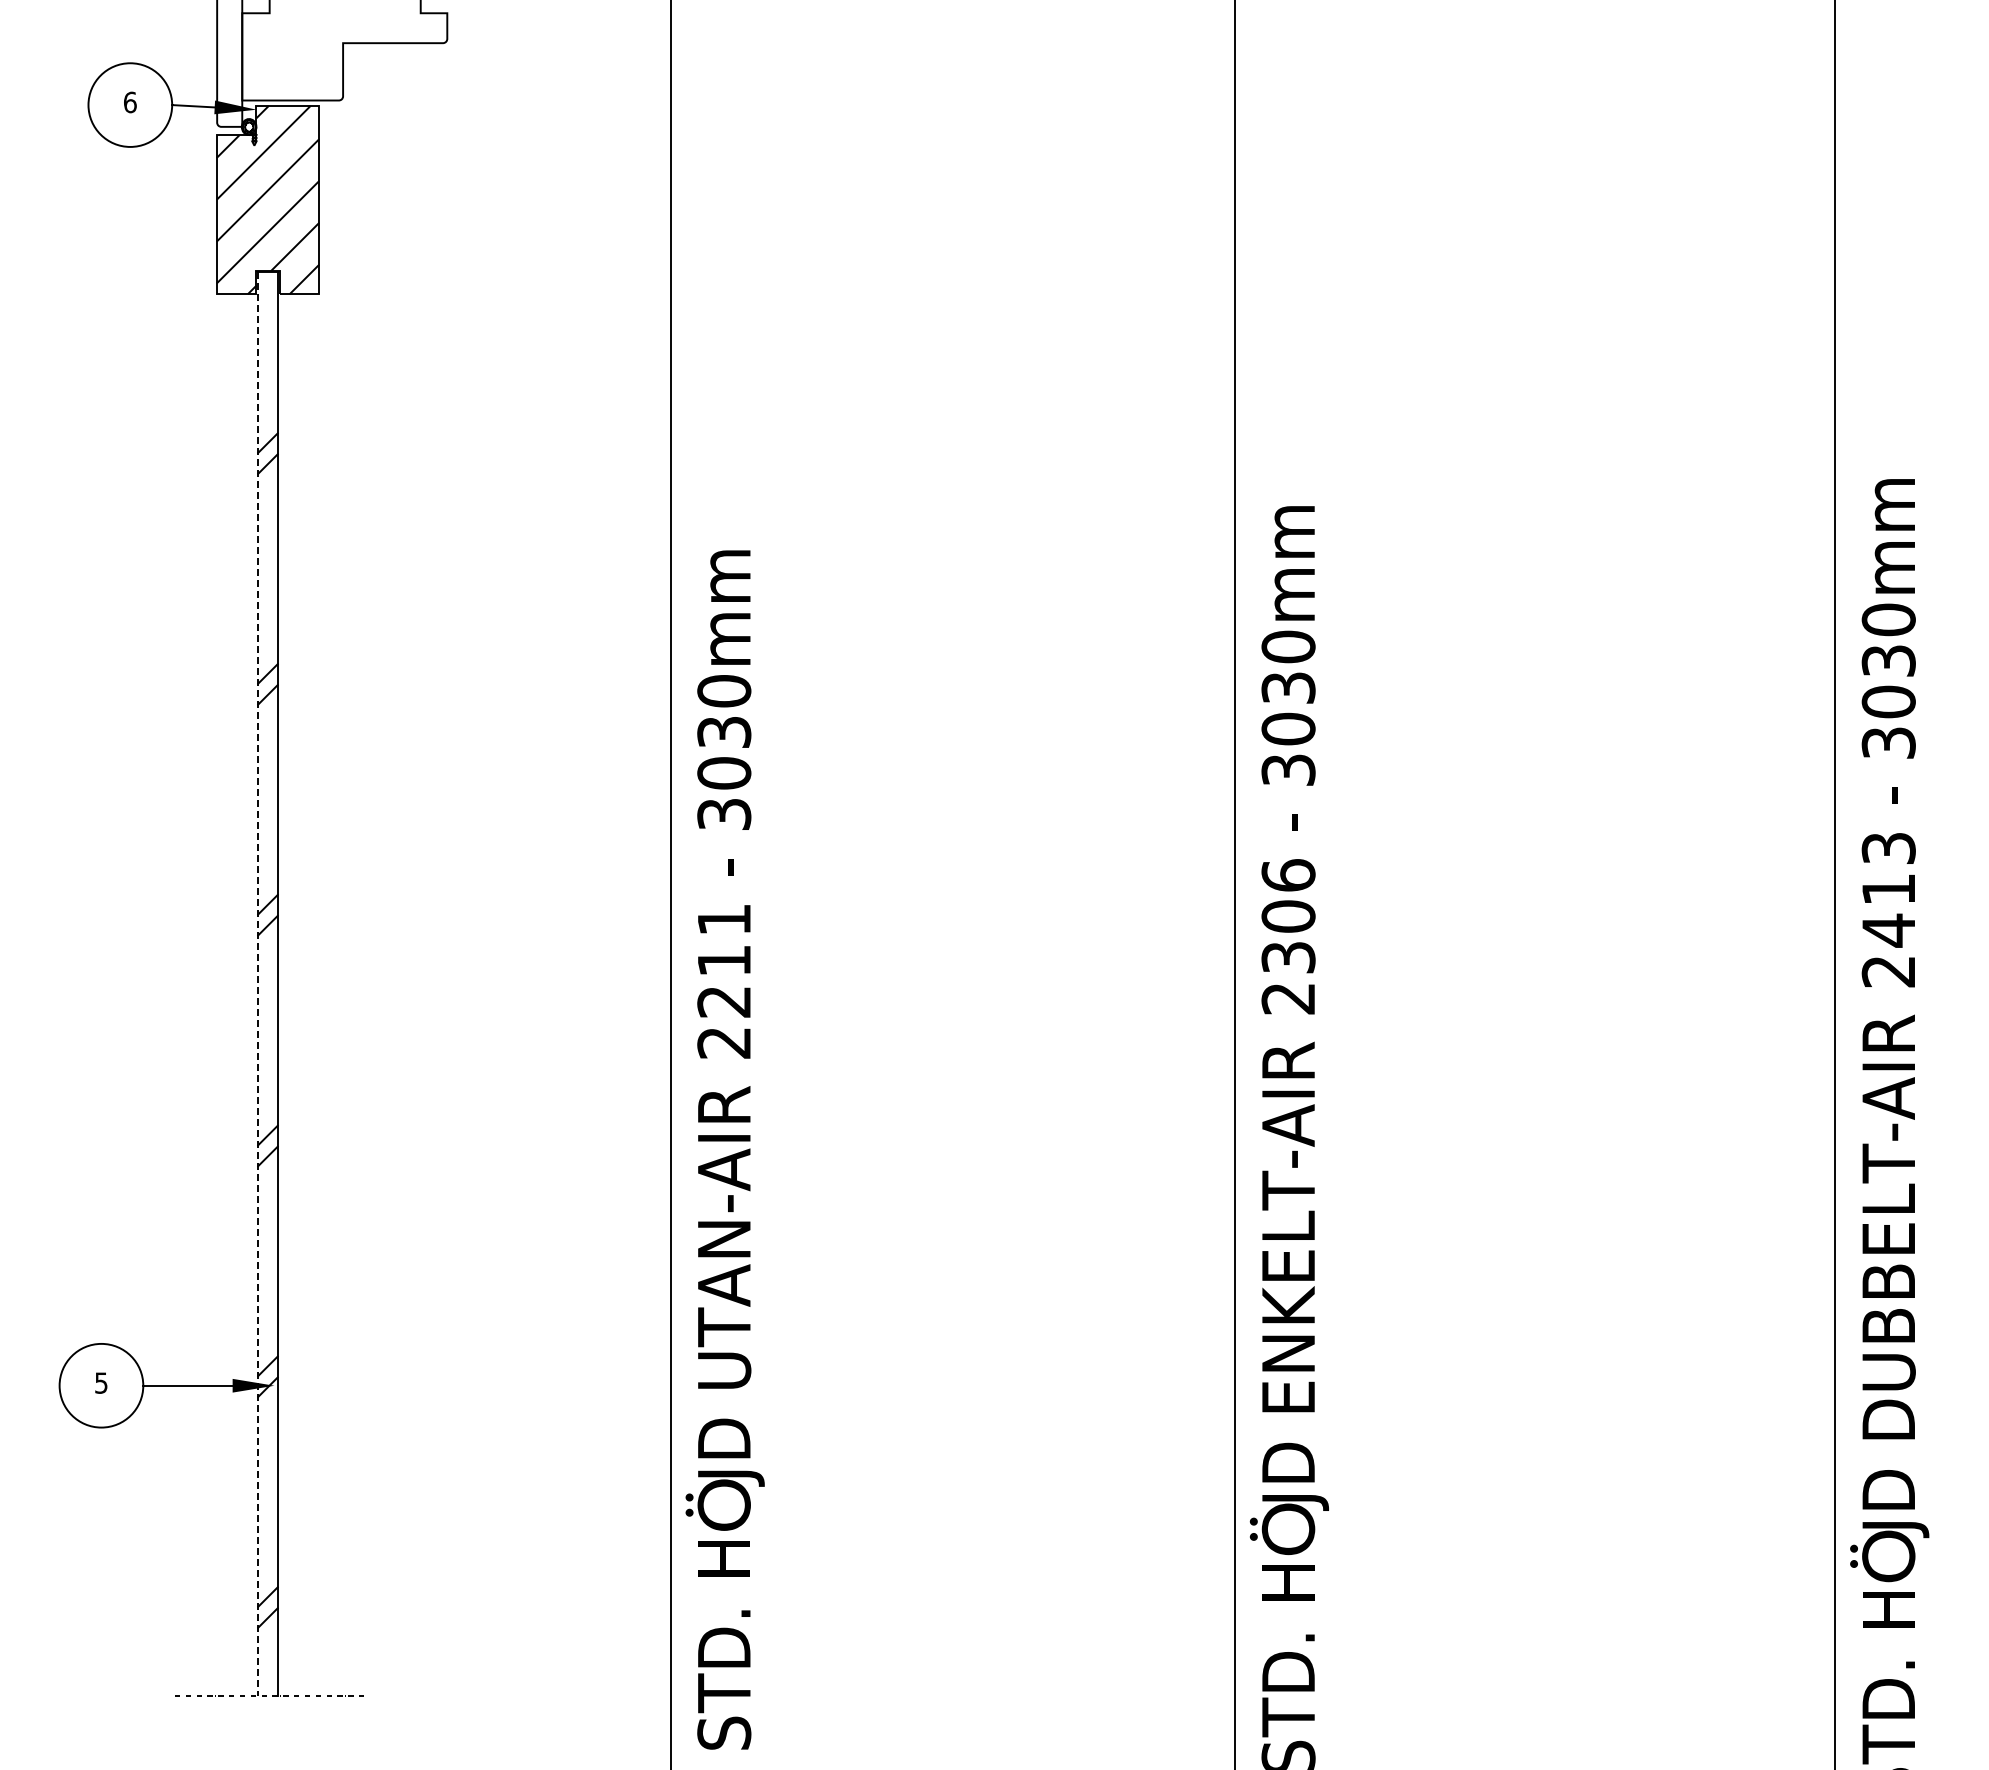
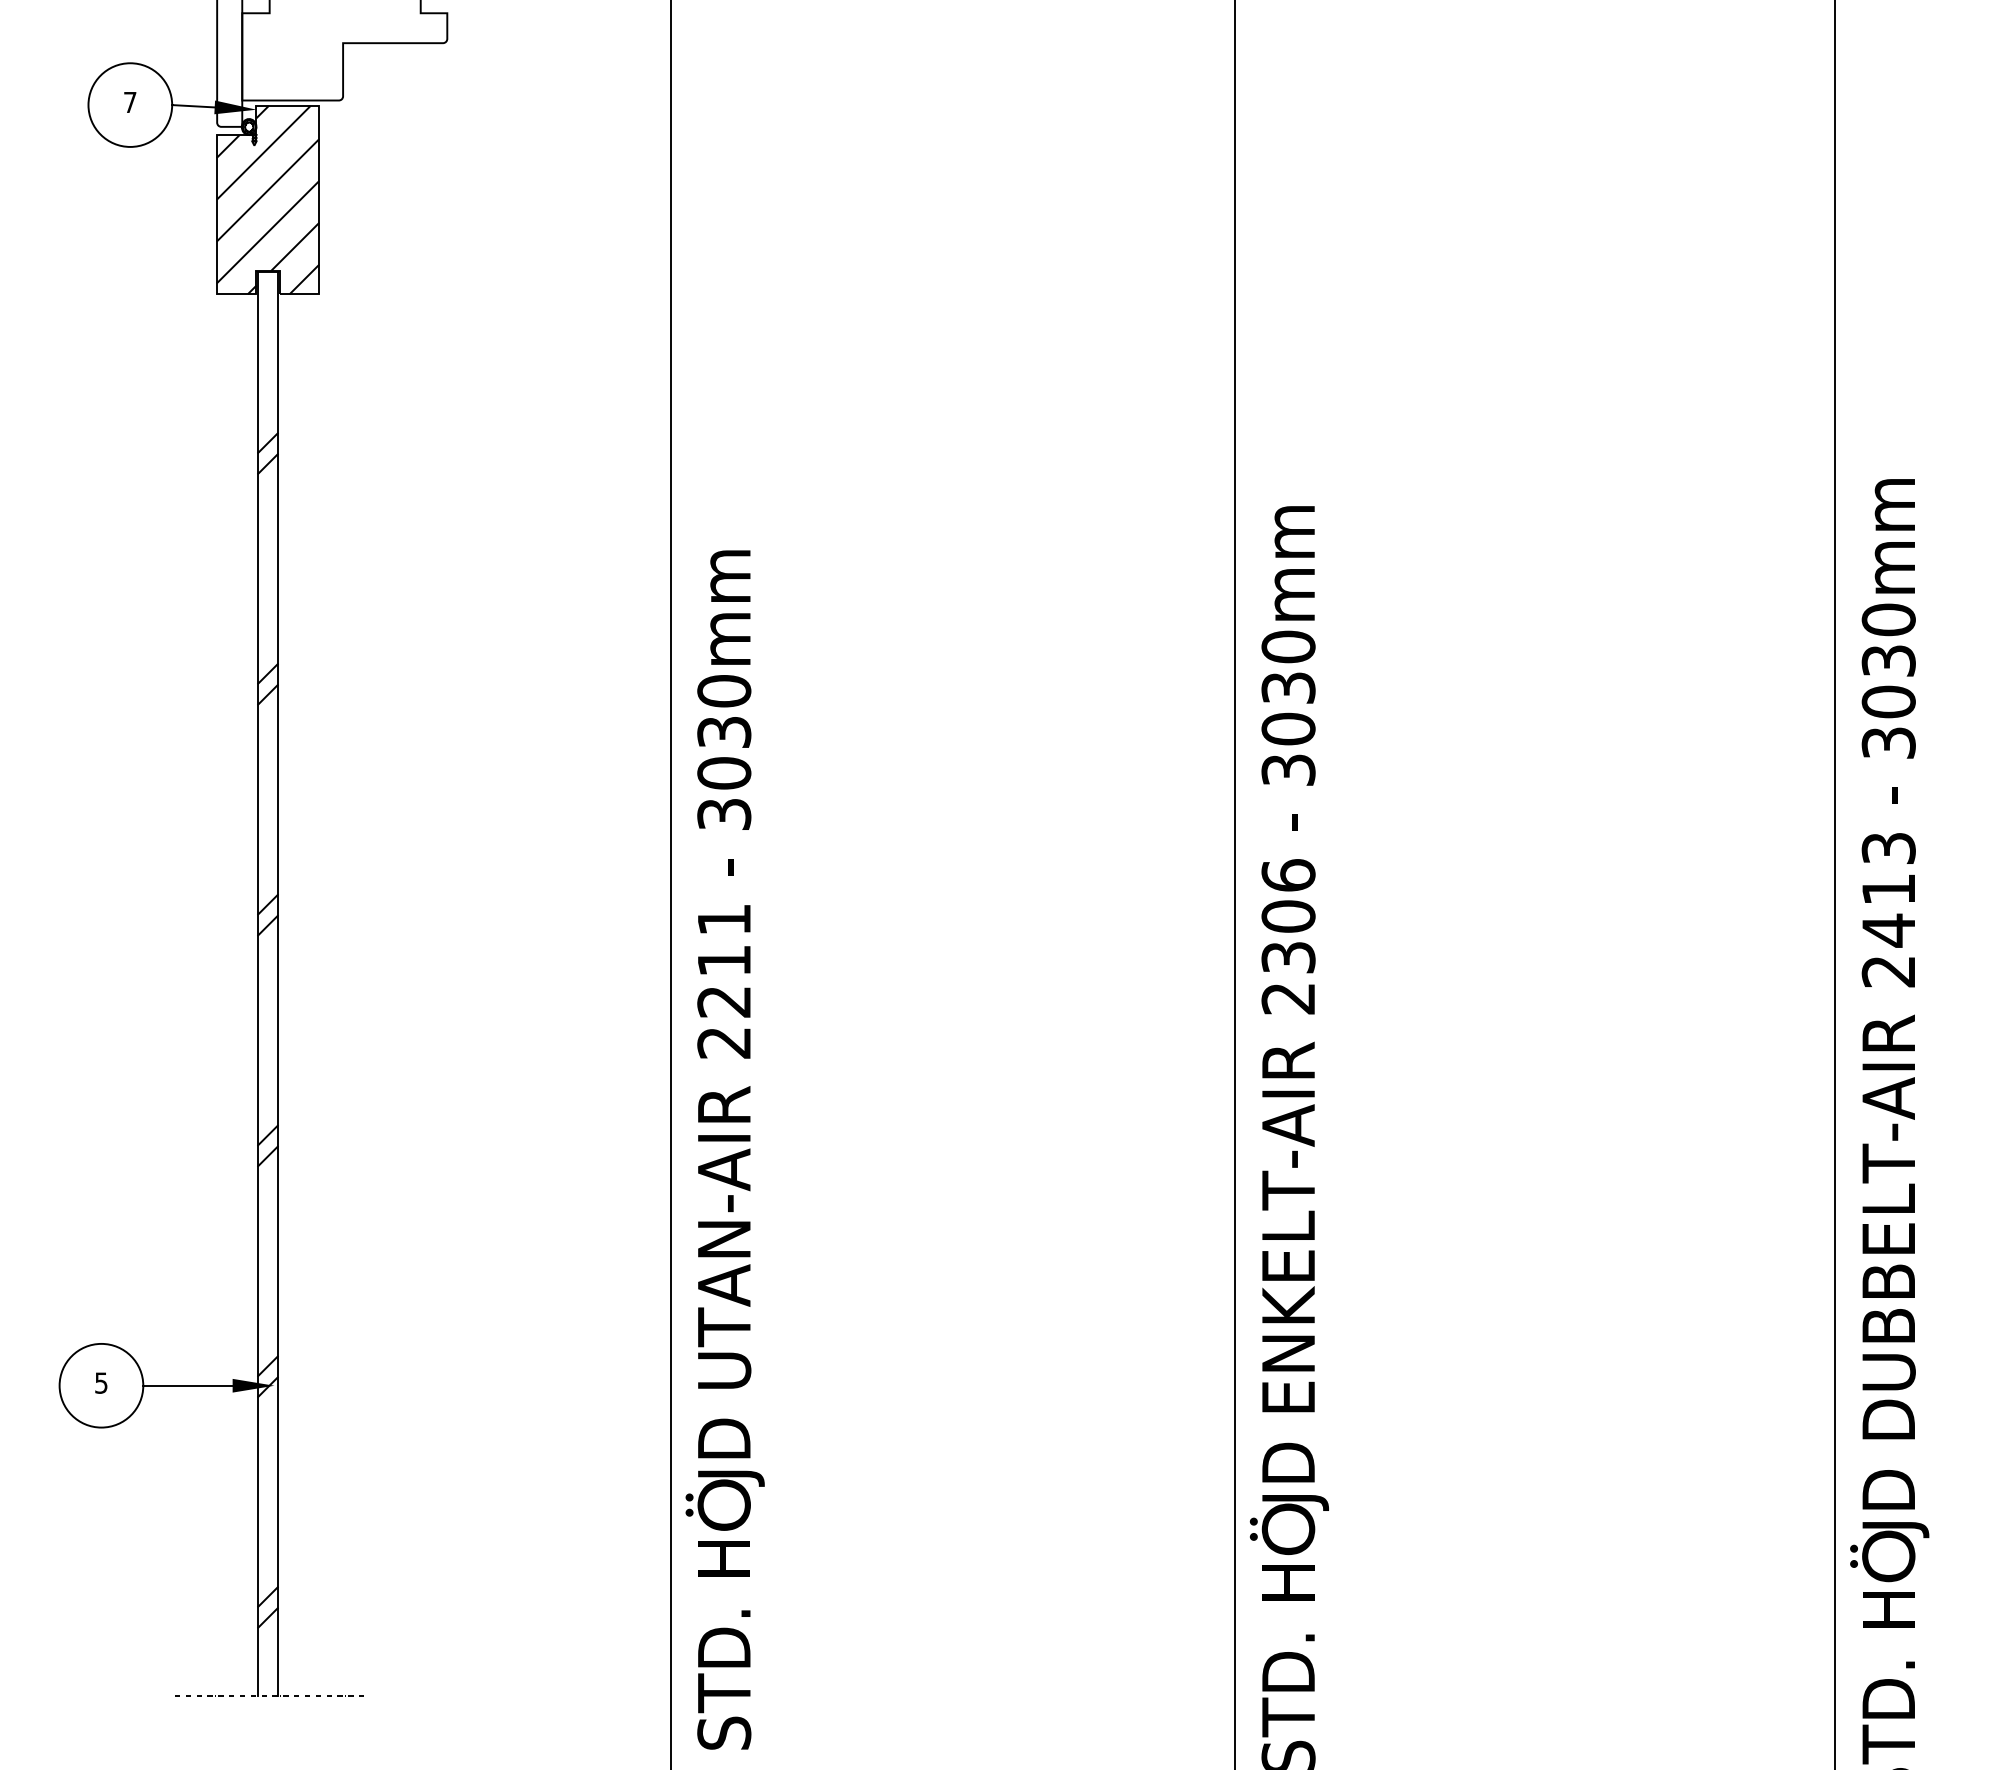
text at (130, 102): 6 -> 7
line at (257, 984): dashed -> solid
